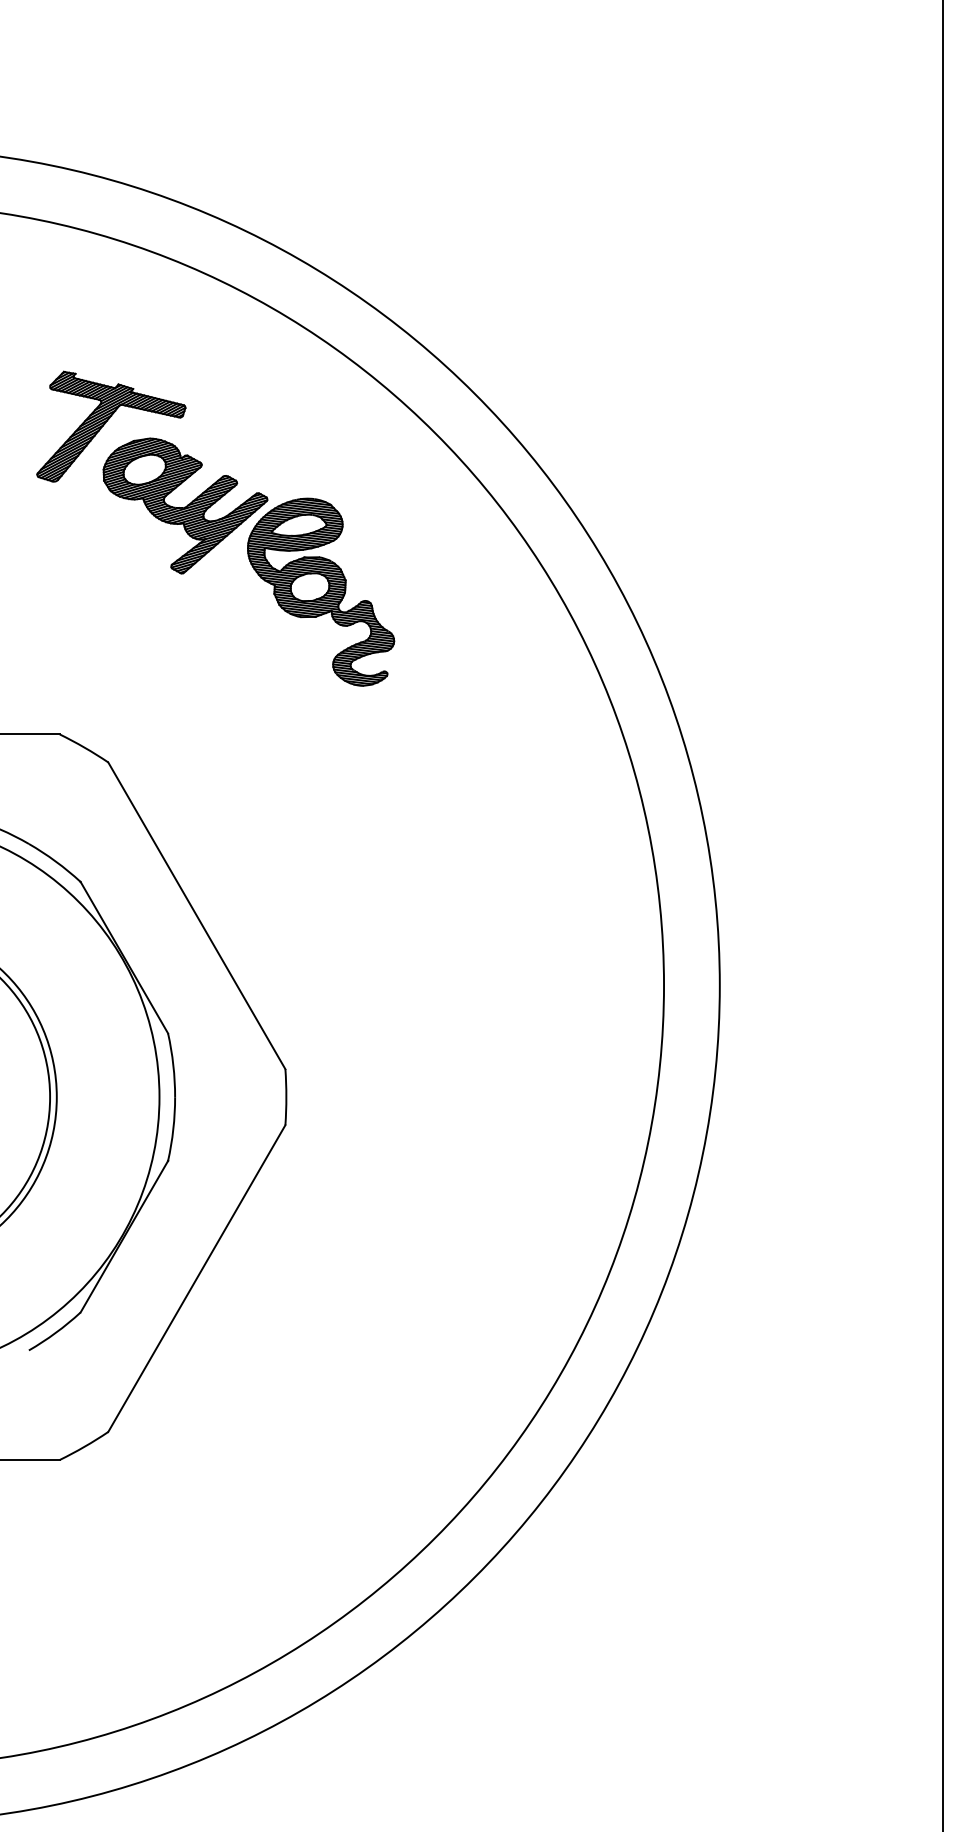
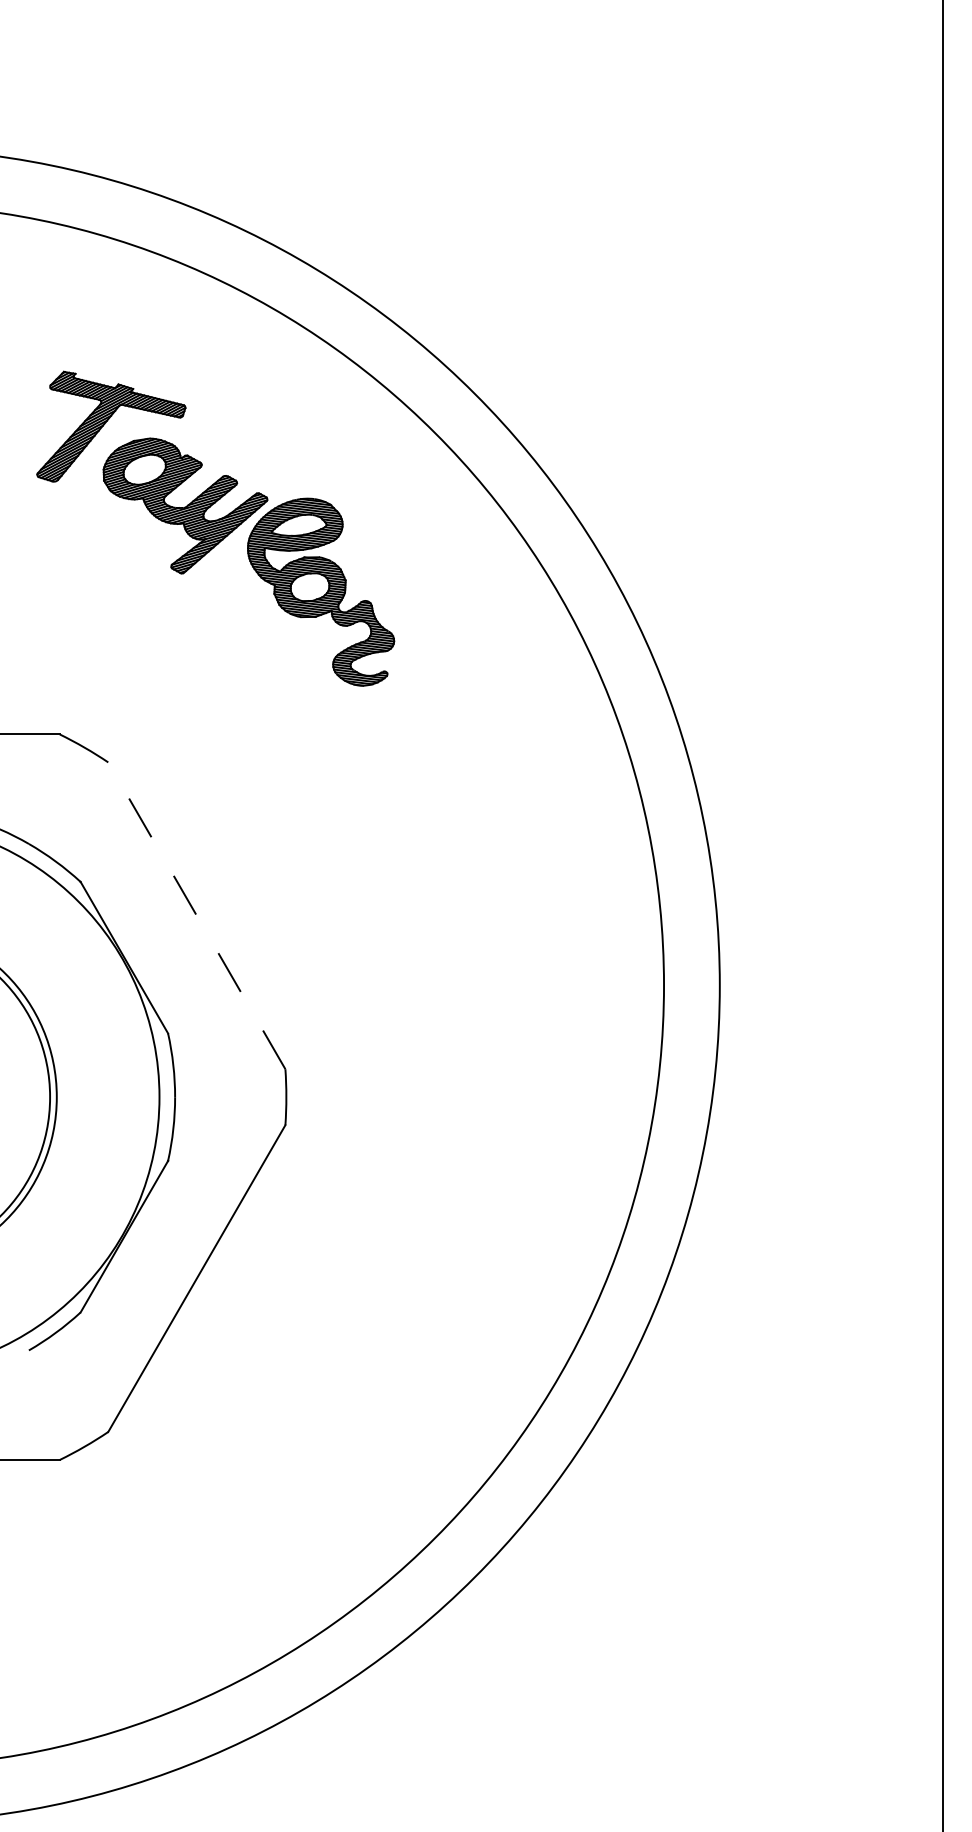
line at (196, 915): solid -> dashed
